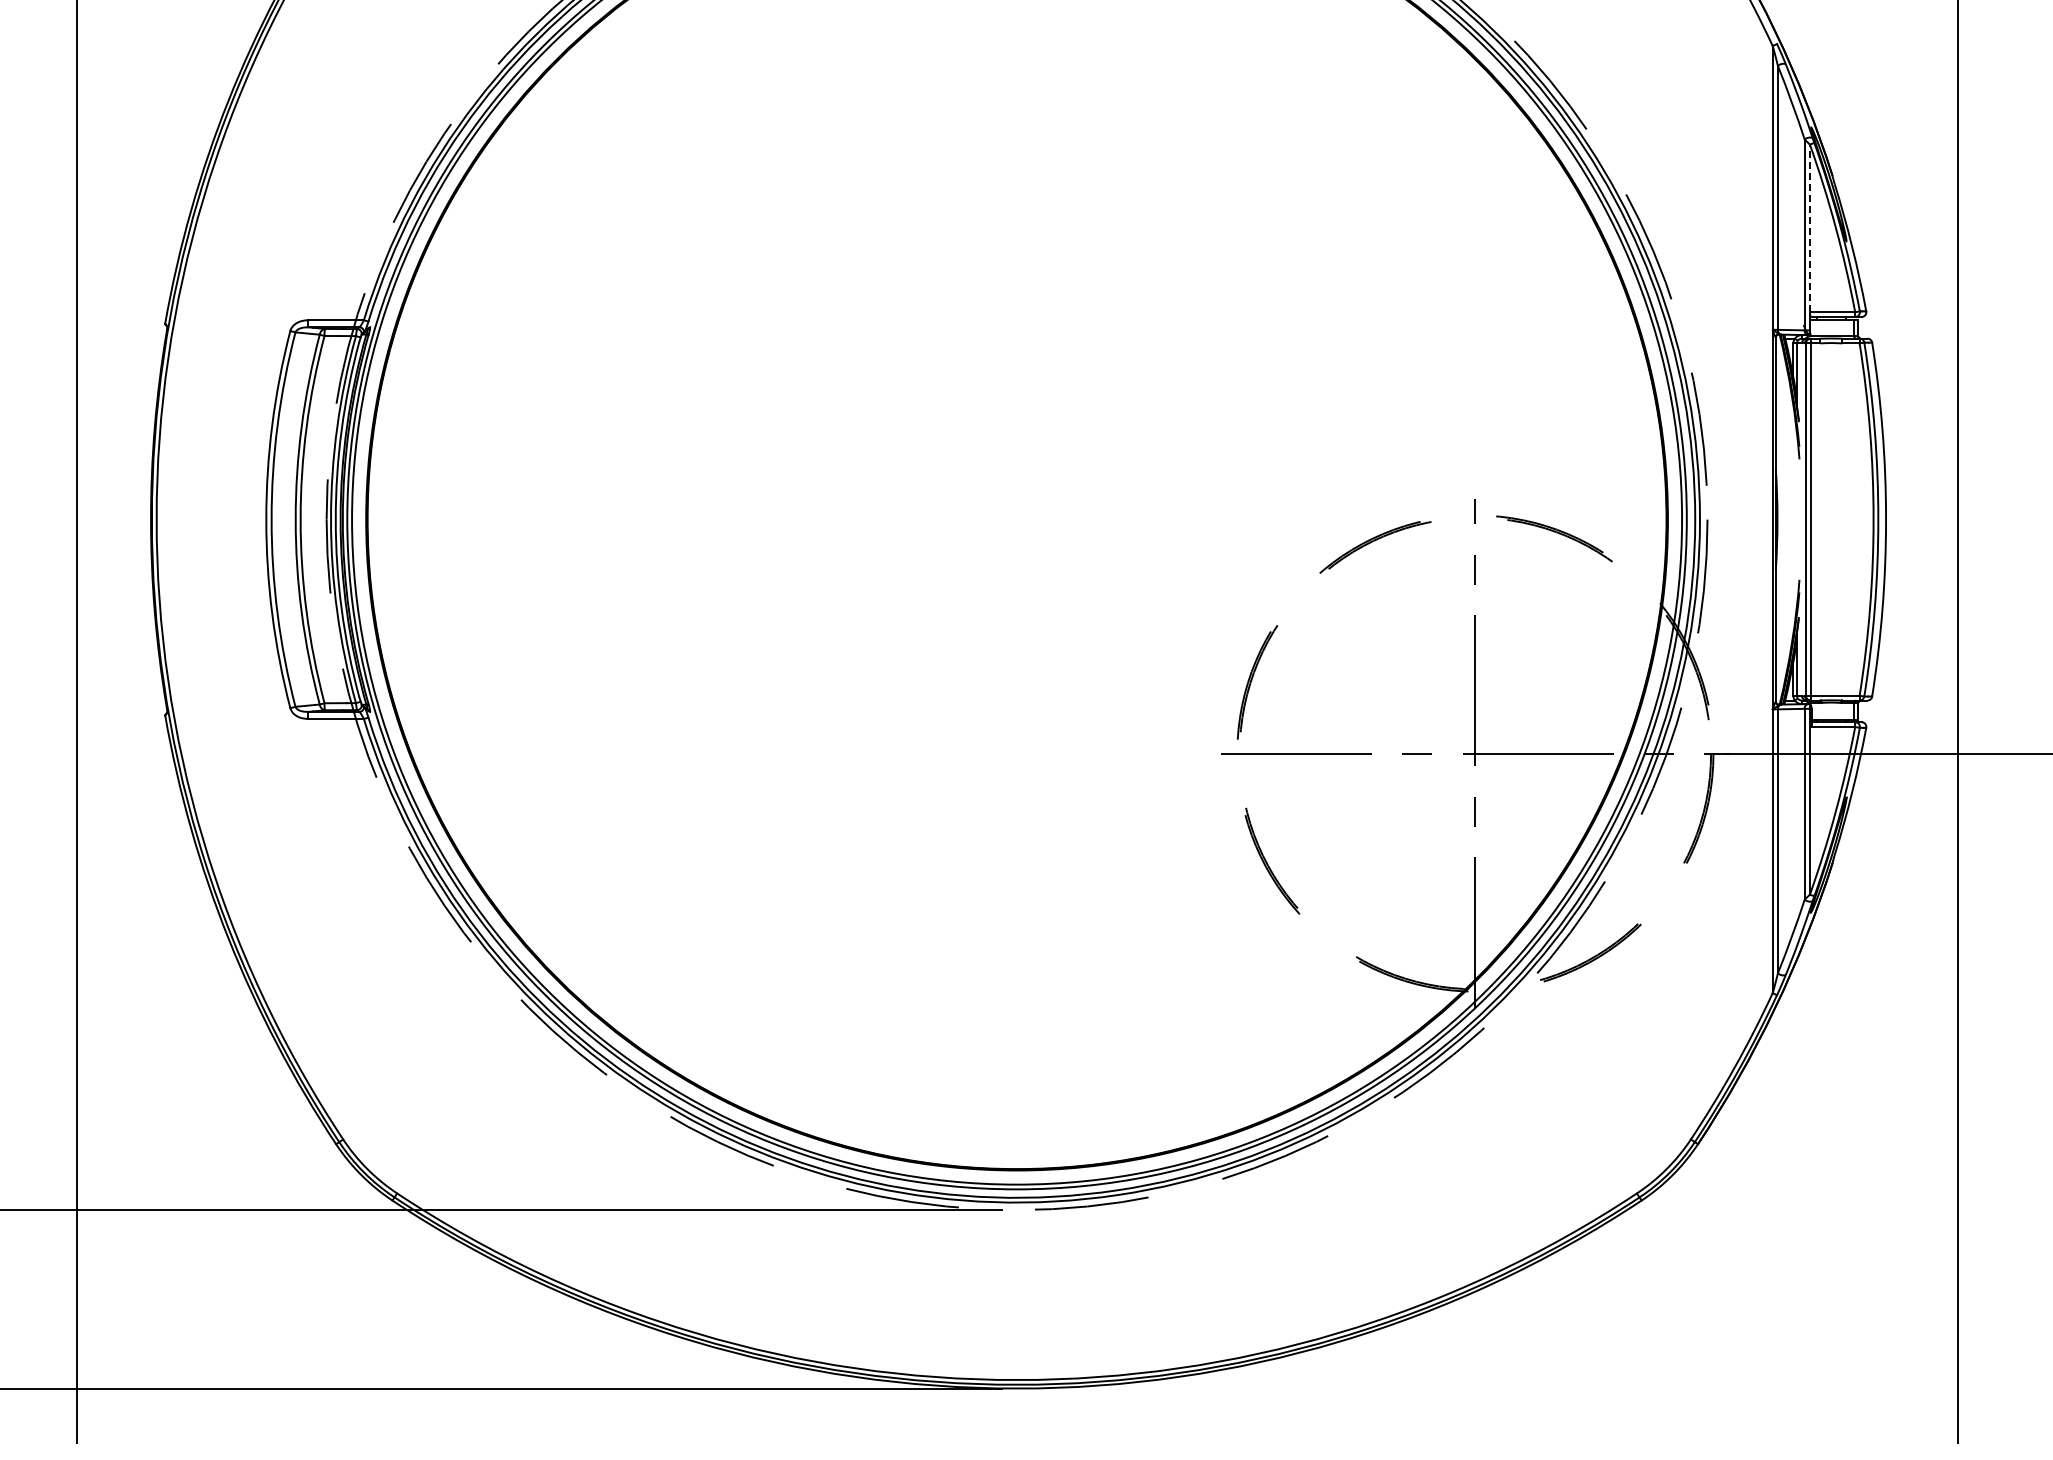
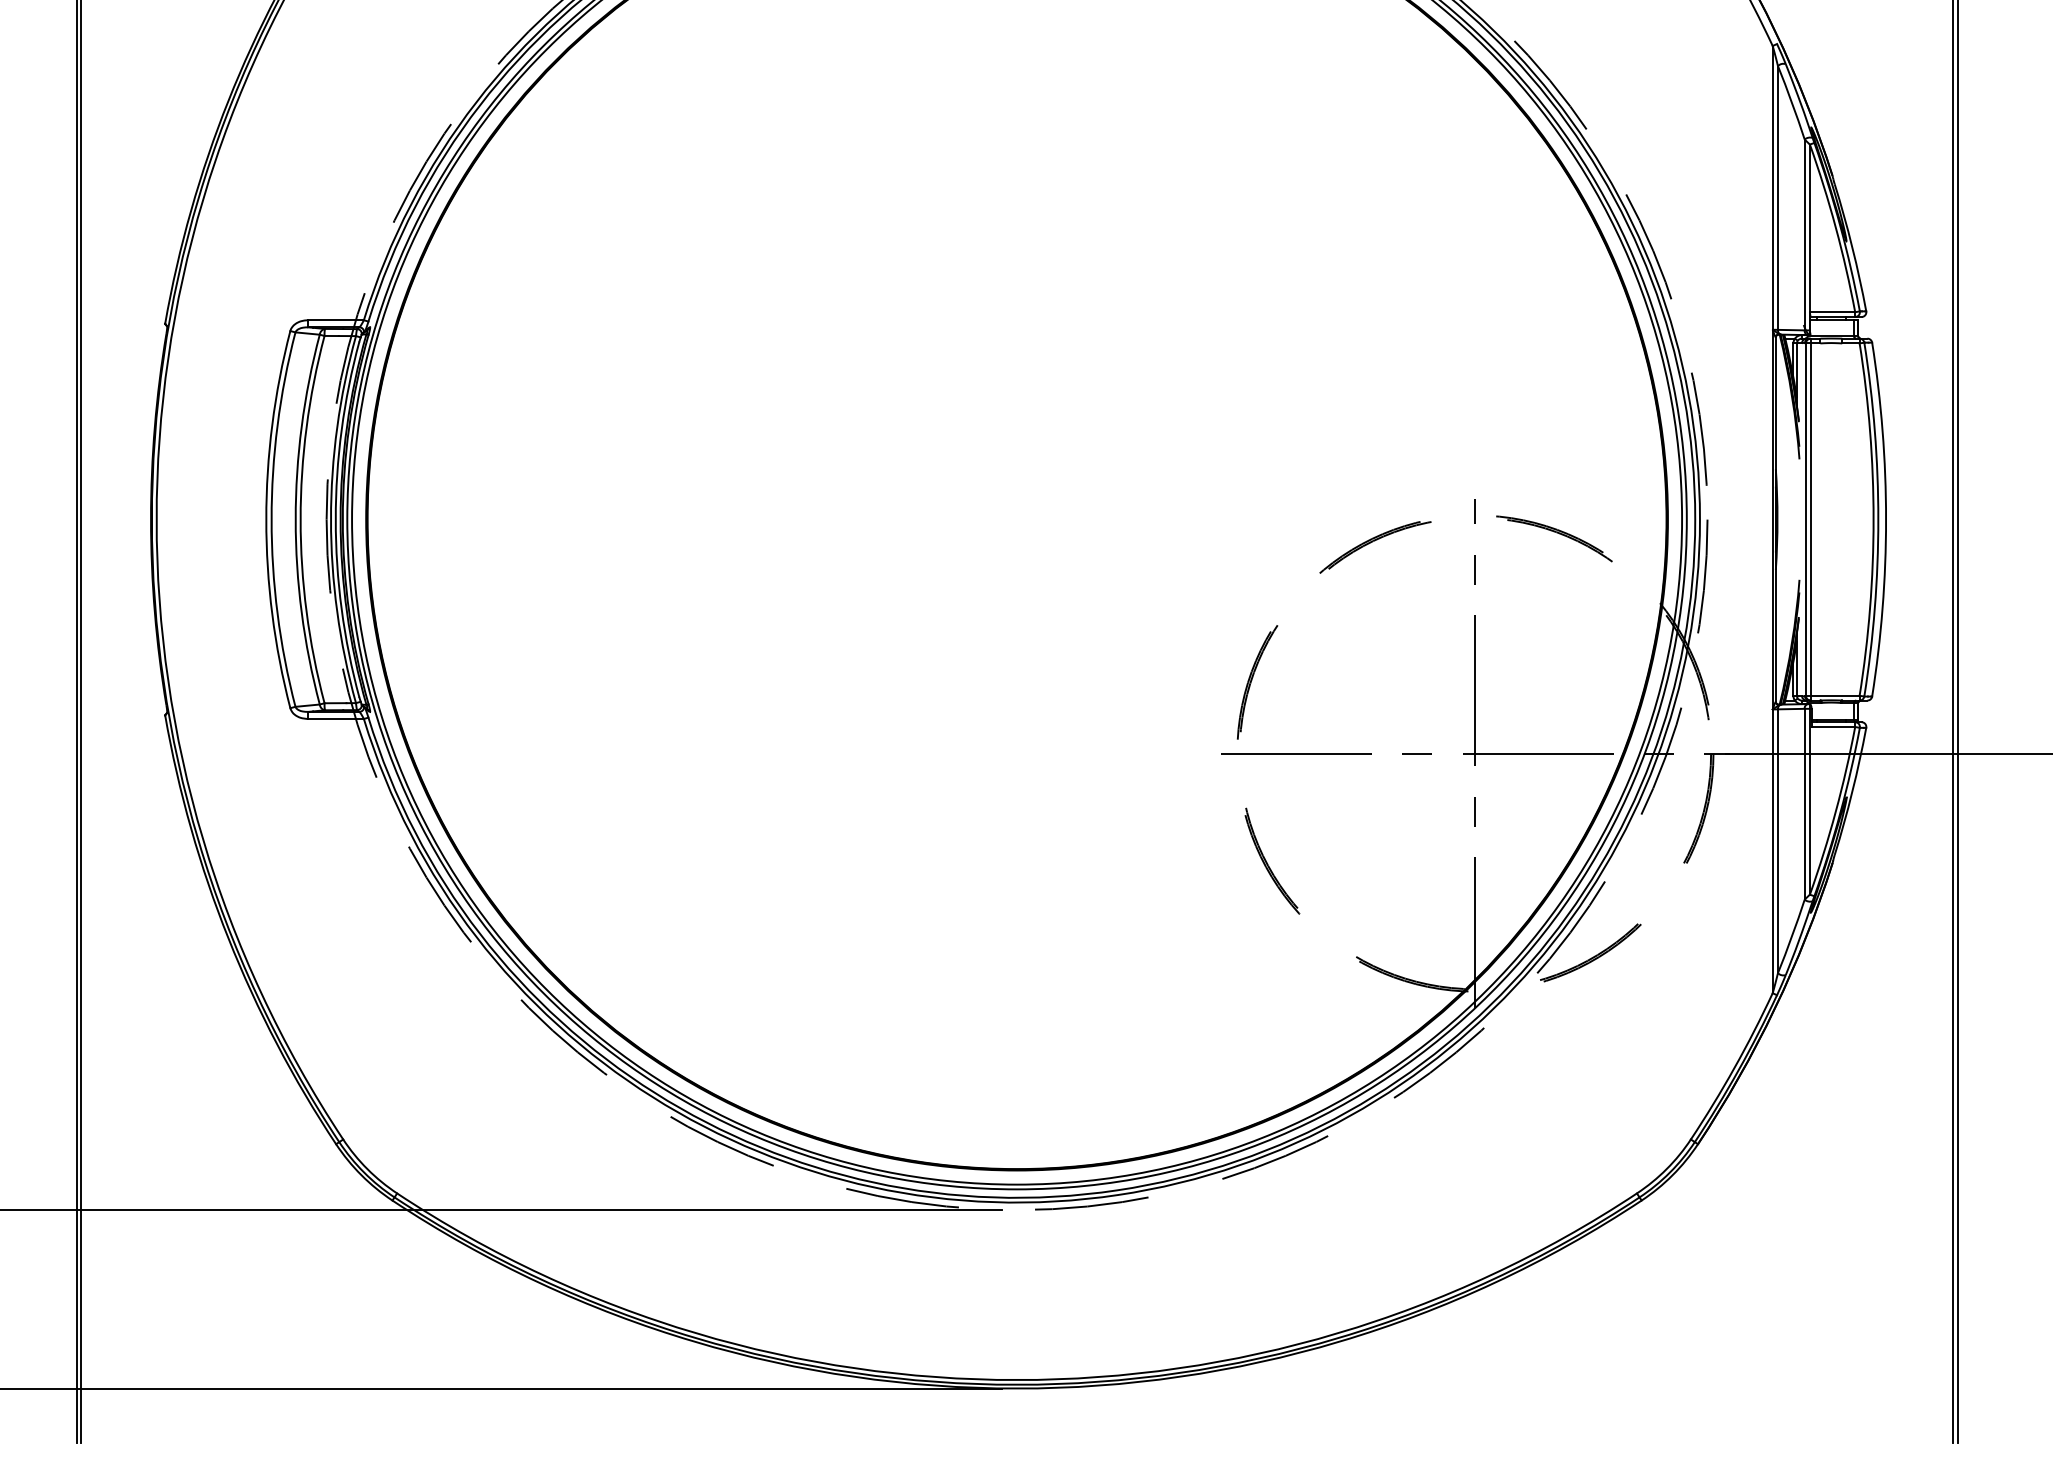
line at (1809, 228): dashed -> solid
line at (80, 722): none -> present
line at (1953, 722): none -> present
